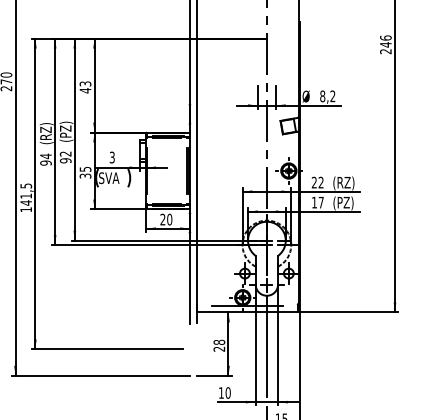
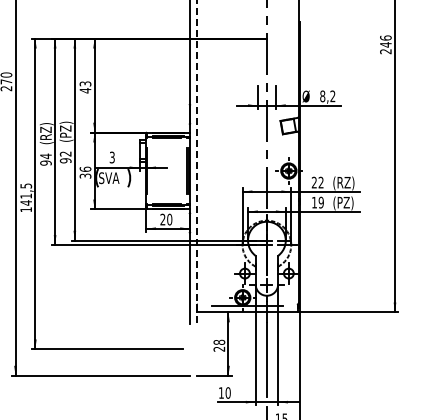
line at (196, 161): solid -> dashed
text at (85, 168): 35 -> 36
text at (320, 202): 17 -> 19
